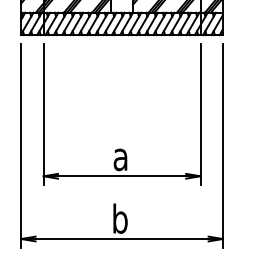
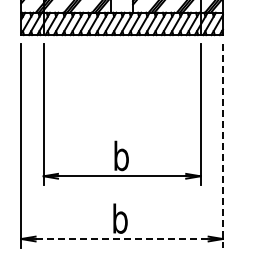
line at (222, 146): solid -> dashed
text at (120, 155): a -> b
line at (122, 239): solid -> dashed
